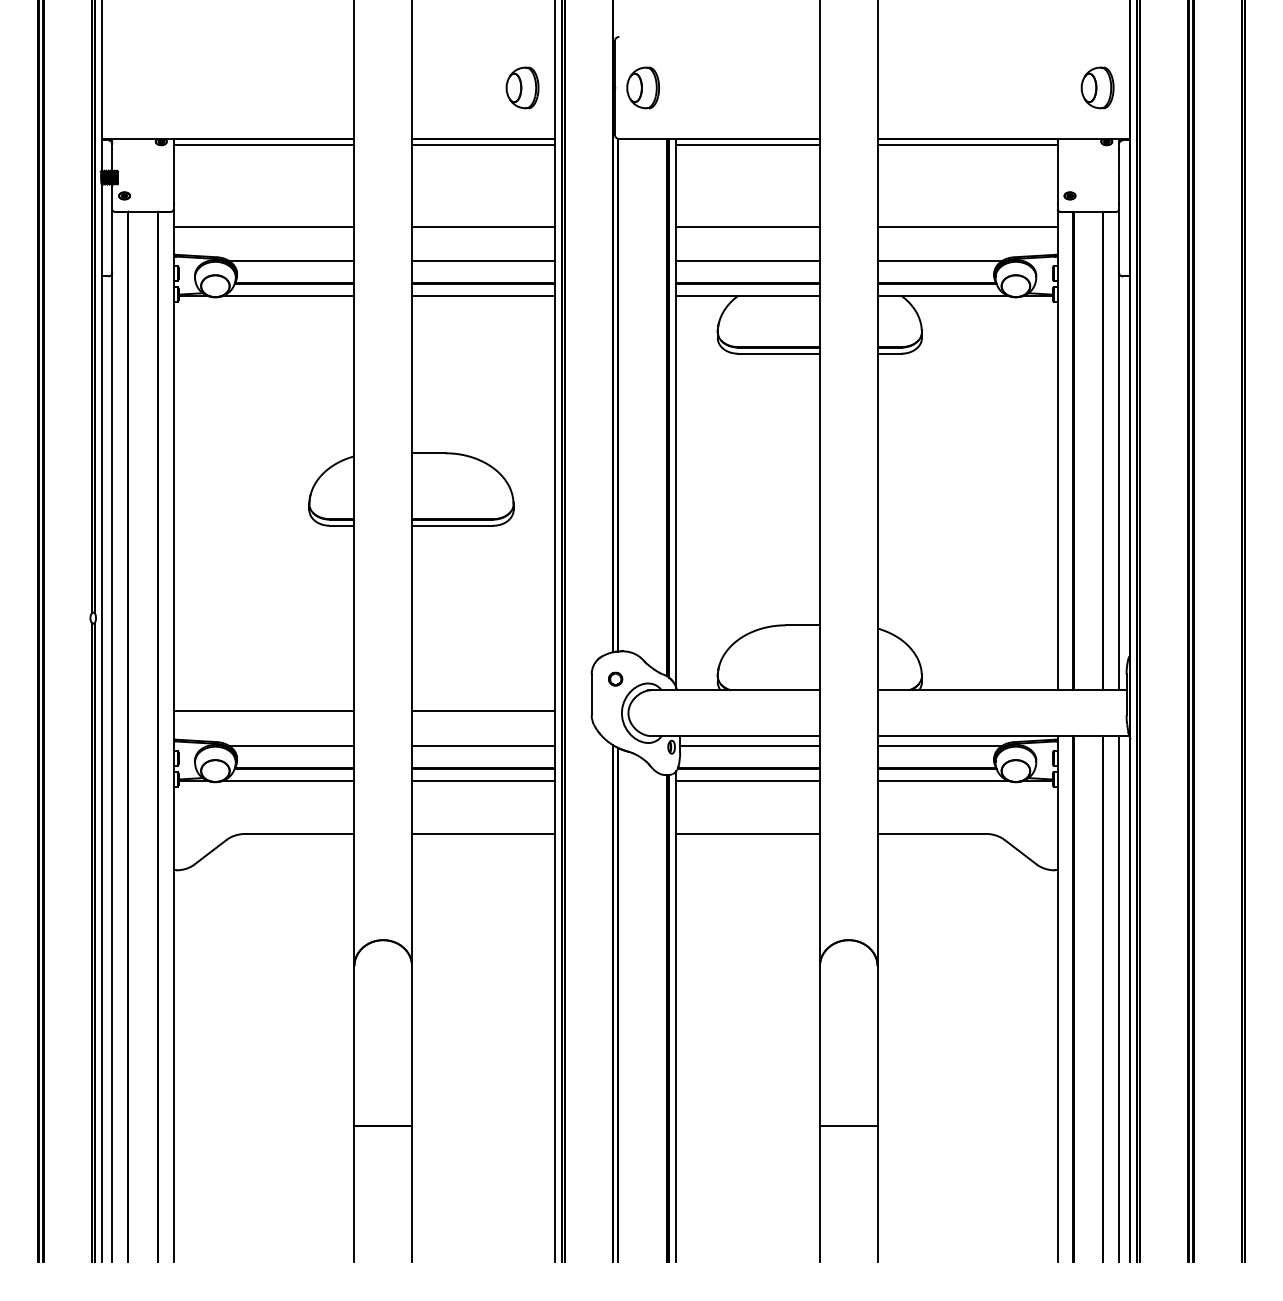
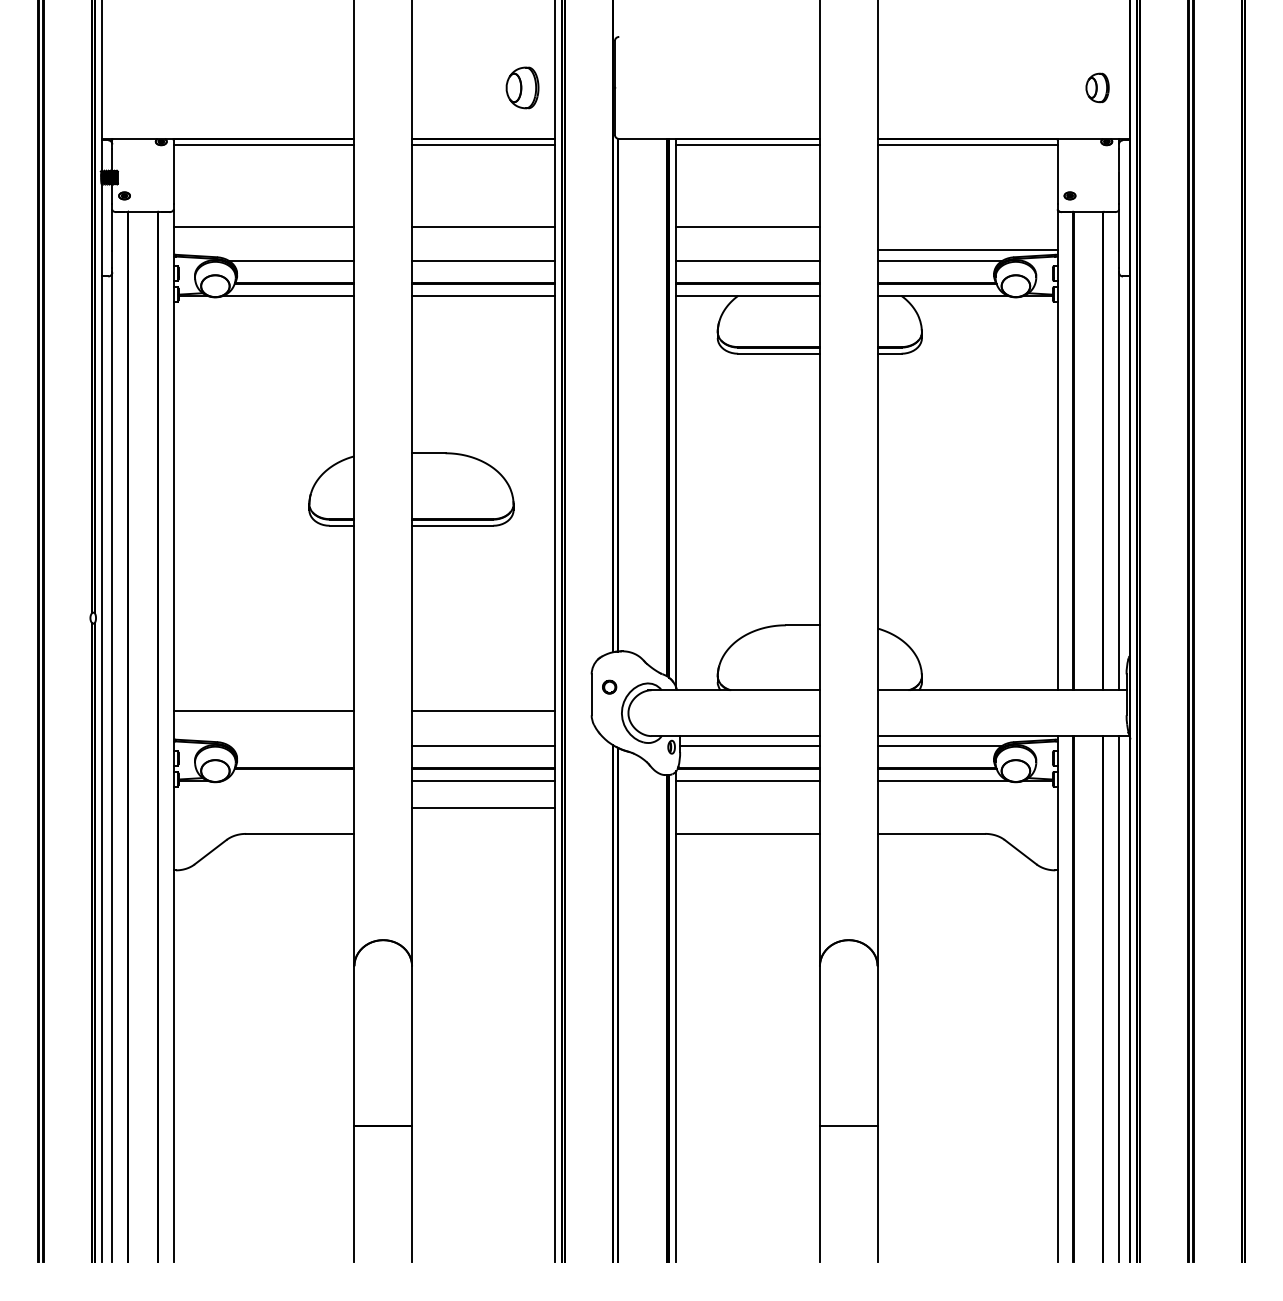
part at (642, 87): present -> none
part at (1097, 87) size: 35x44 px -> 25x32 px
line at (967, 226) position: (967, 226) -> (967, 249)
part at (615, 678) position: (615, 678) -> (609, 686)
line at (291, 745): present -> none
line at (288, 780): present -> none
line at (483, 833) position: (483, 833) -> (483, 807)
